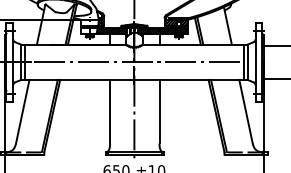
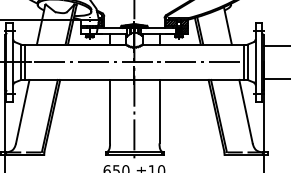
hatch at (112, 31): present -> none
hatch at (158, 31): present -> none
